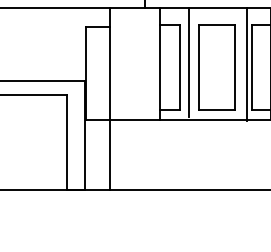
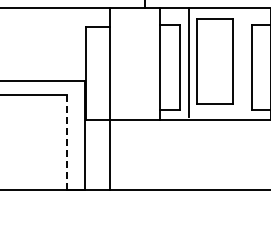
line at (246, 64): present -> none
part at (216, 67) position: (216, 67) -> (214, 61)
line at (67, 141): solid -> dashed
